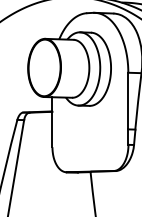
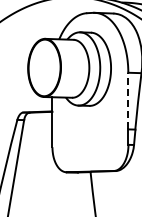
line at (128, 100): solid -> dashed
